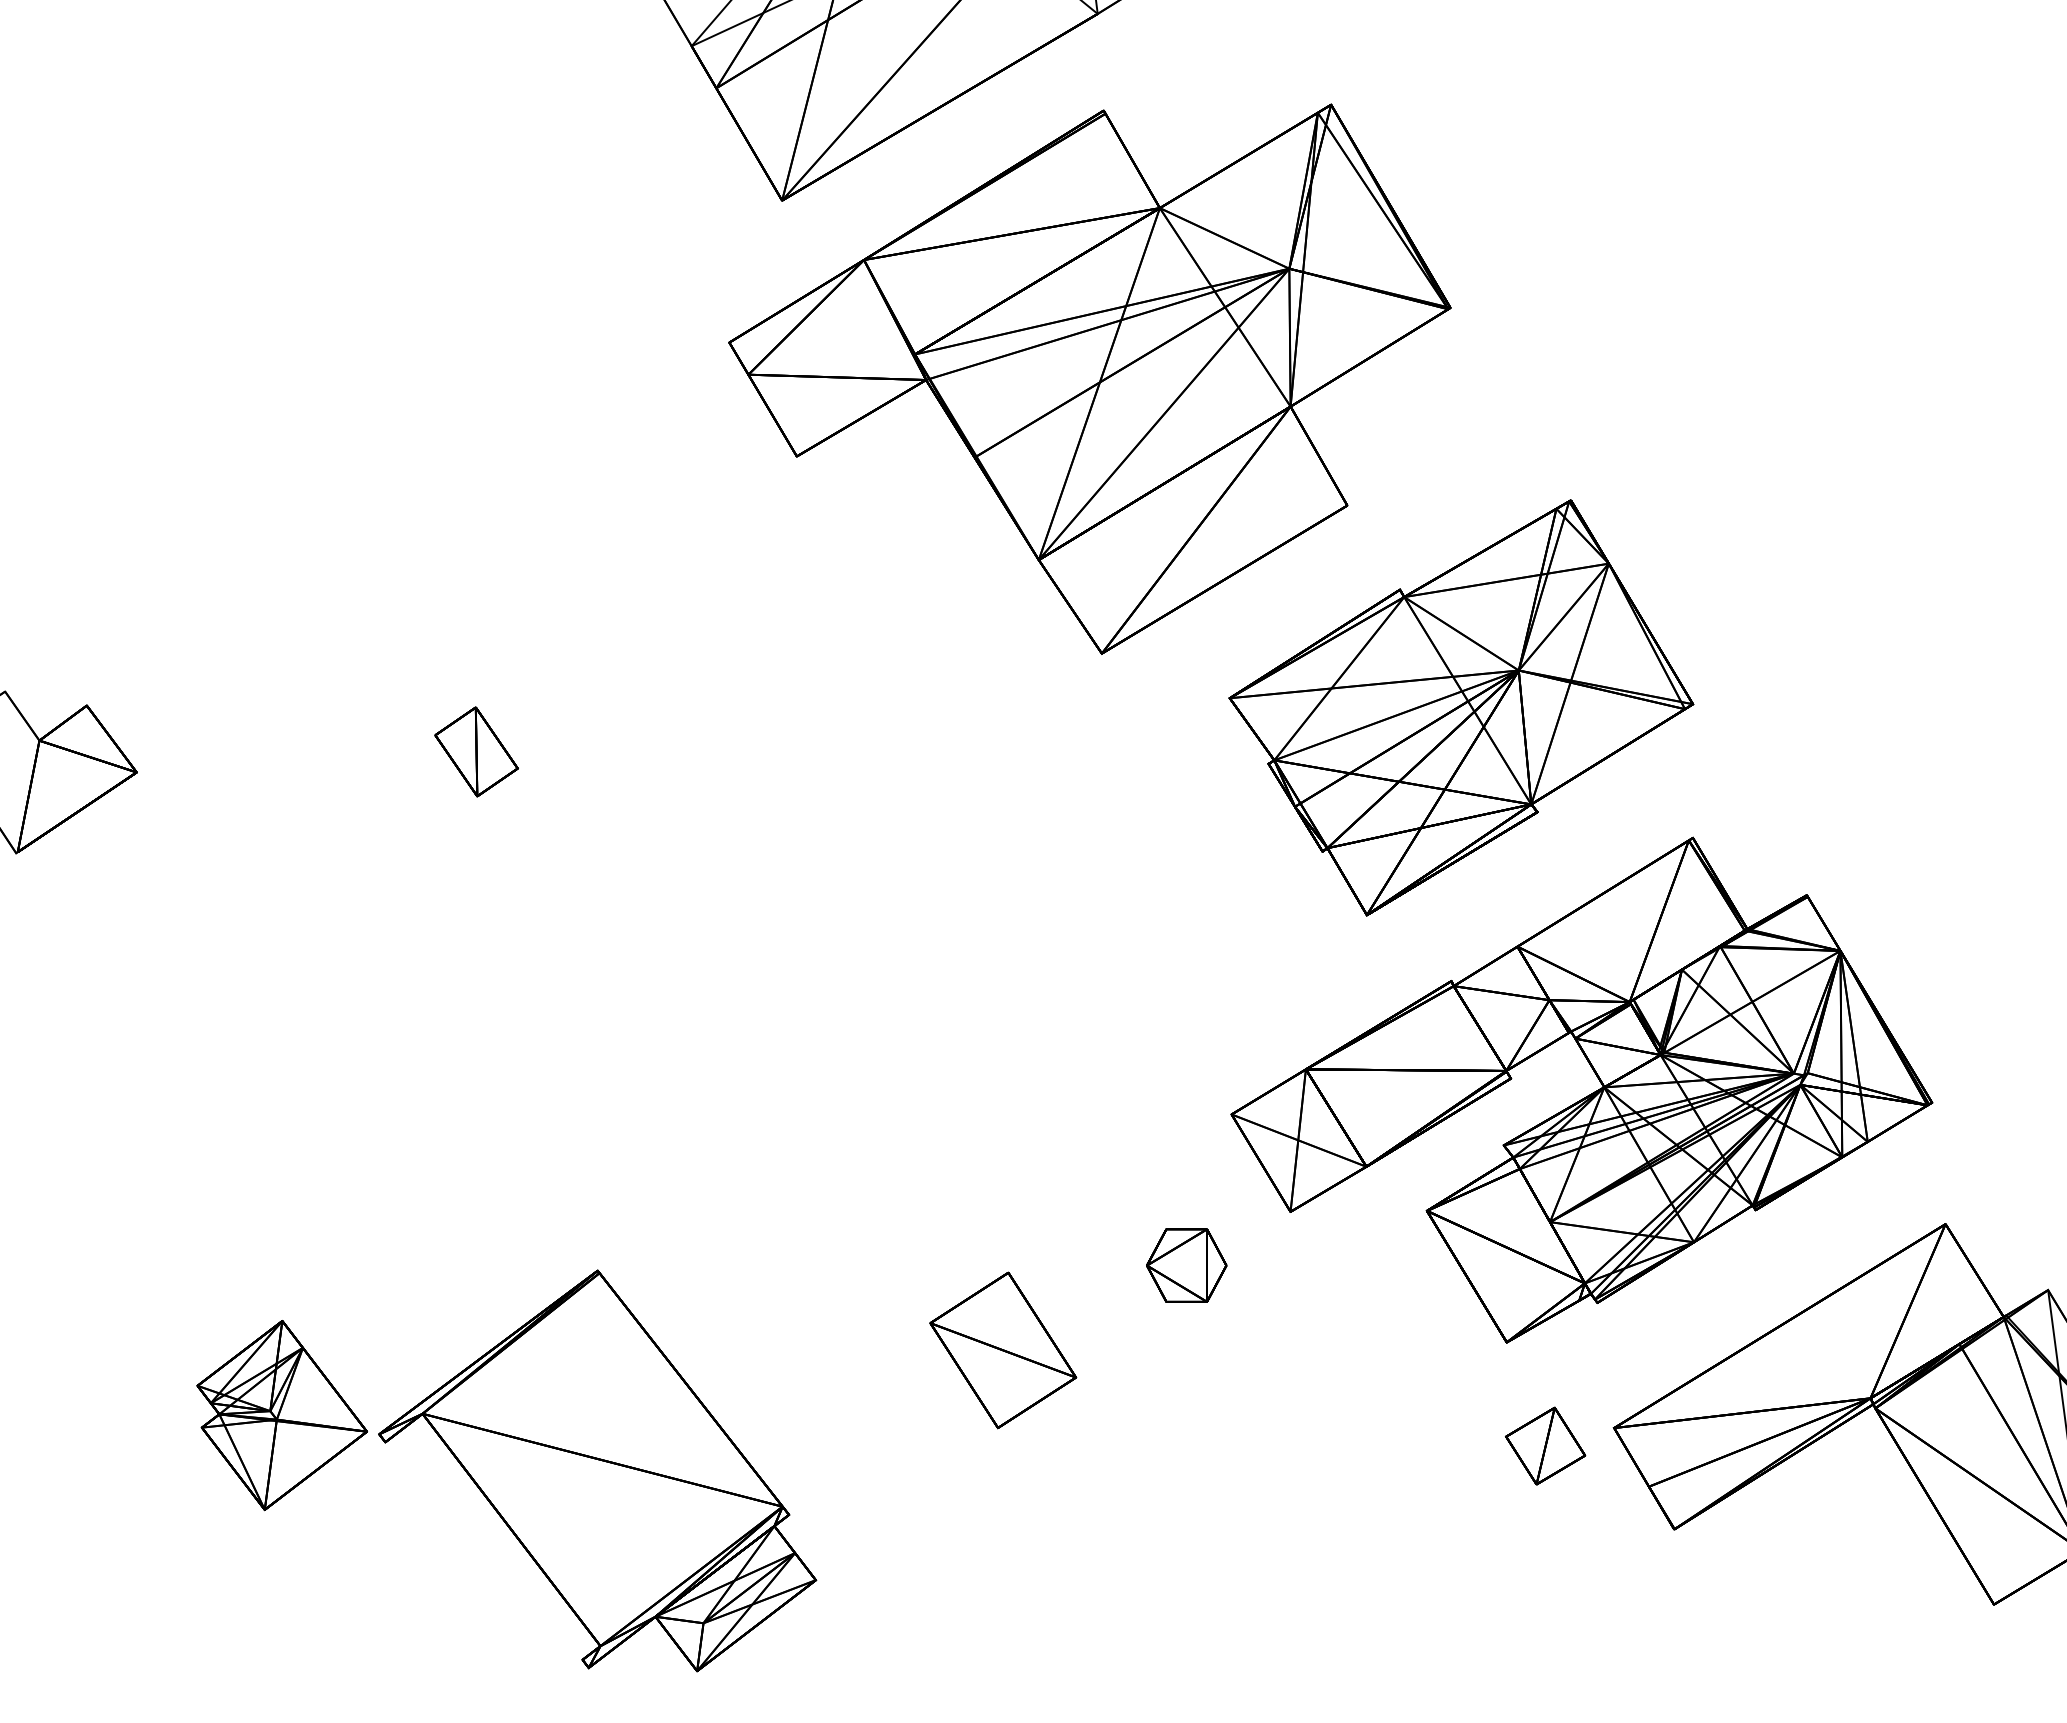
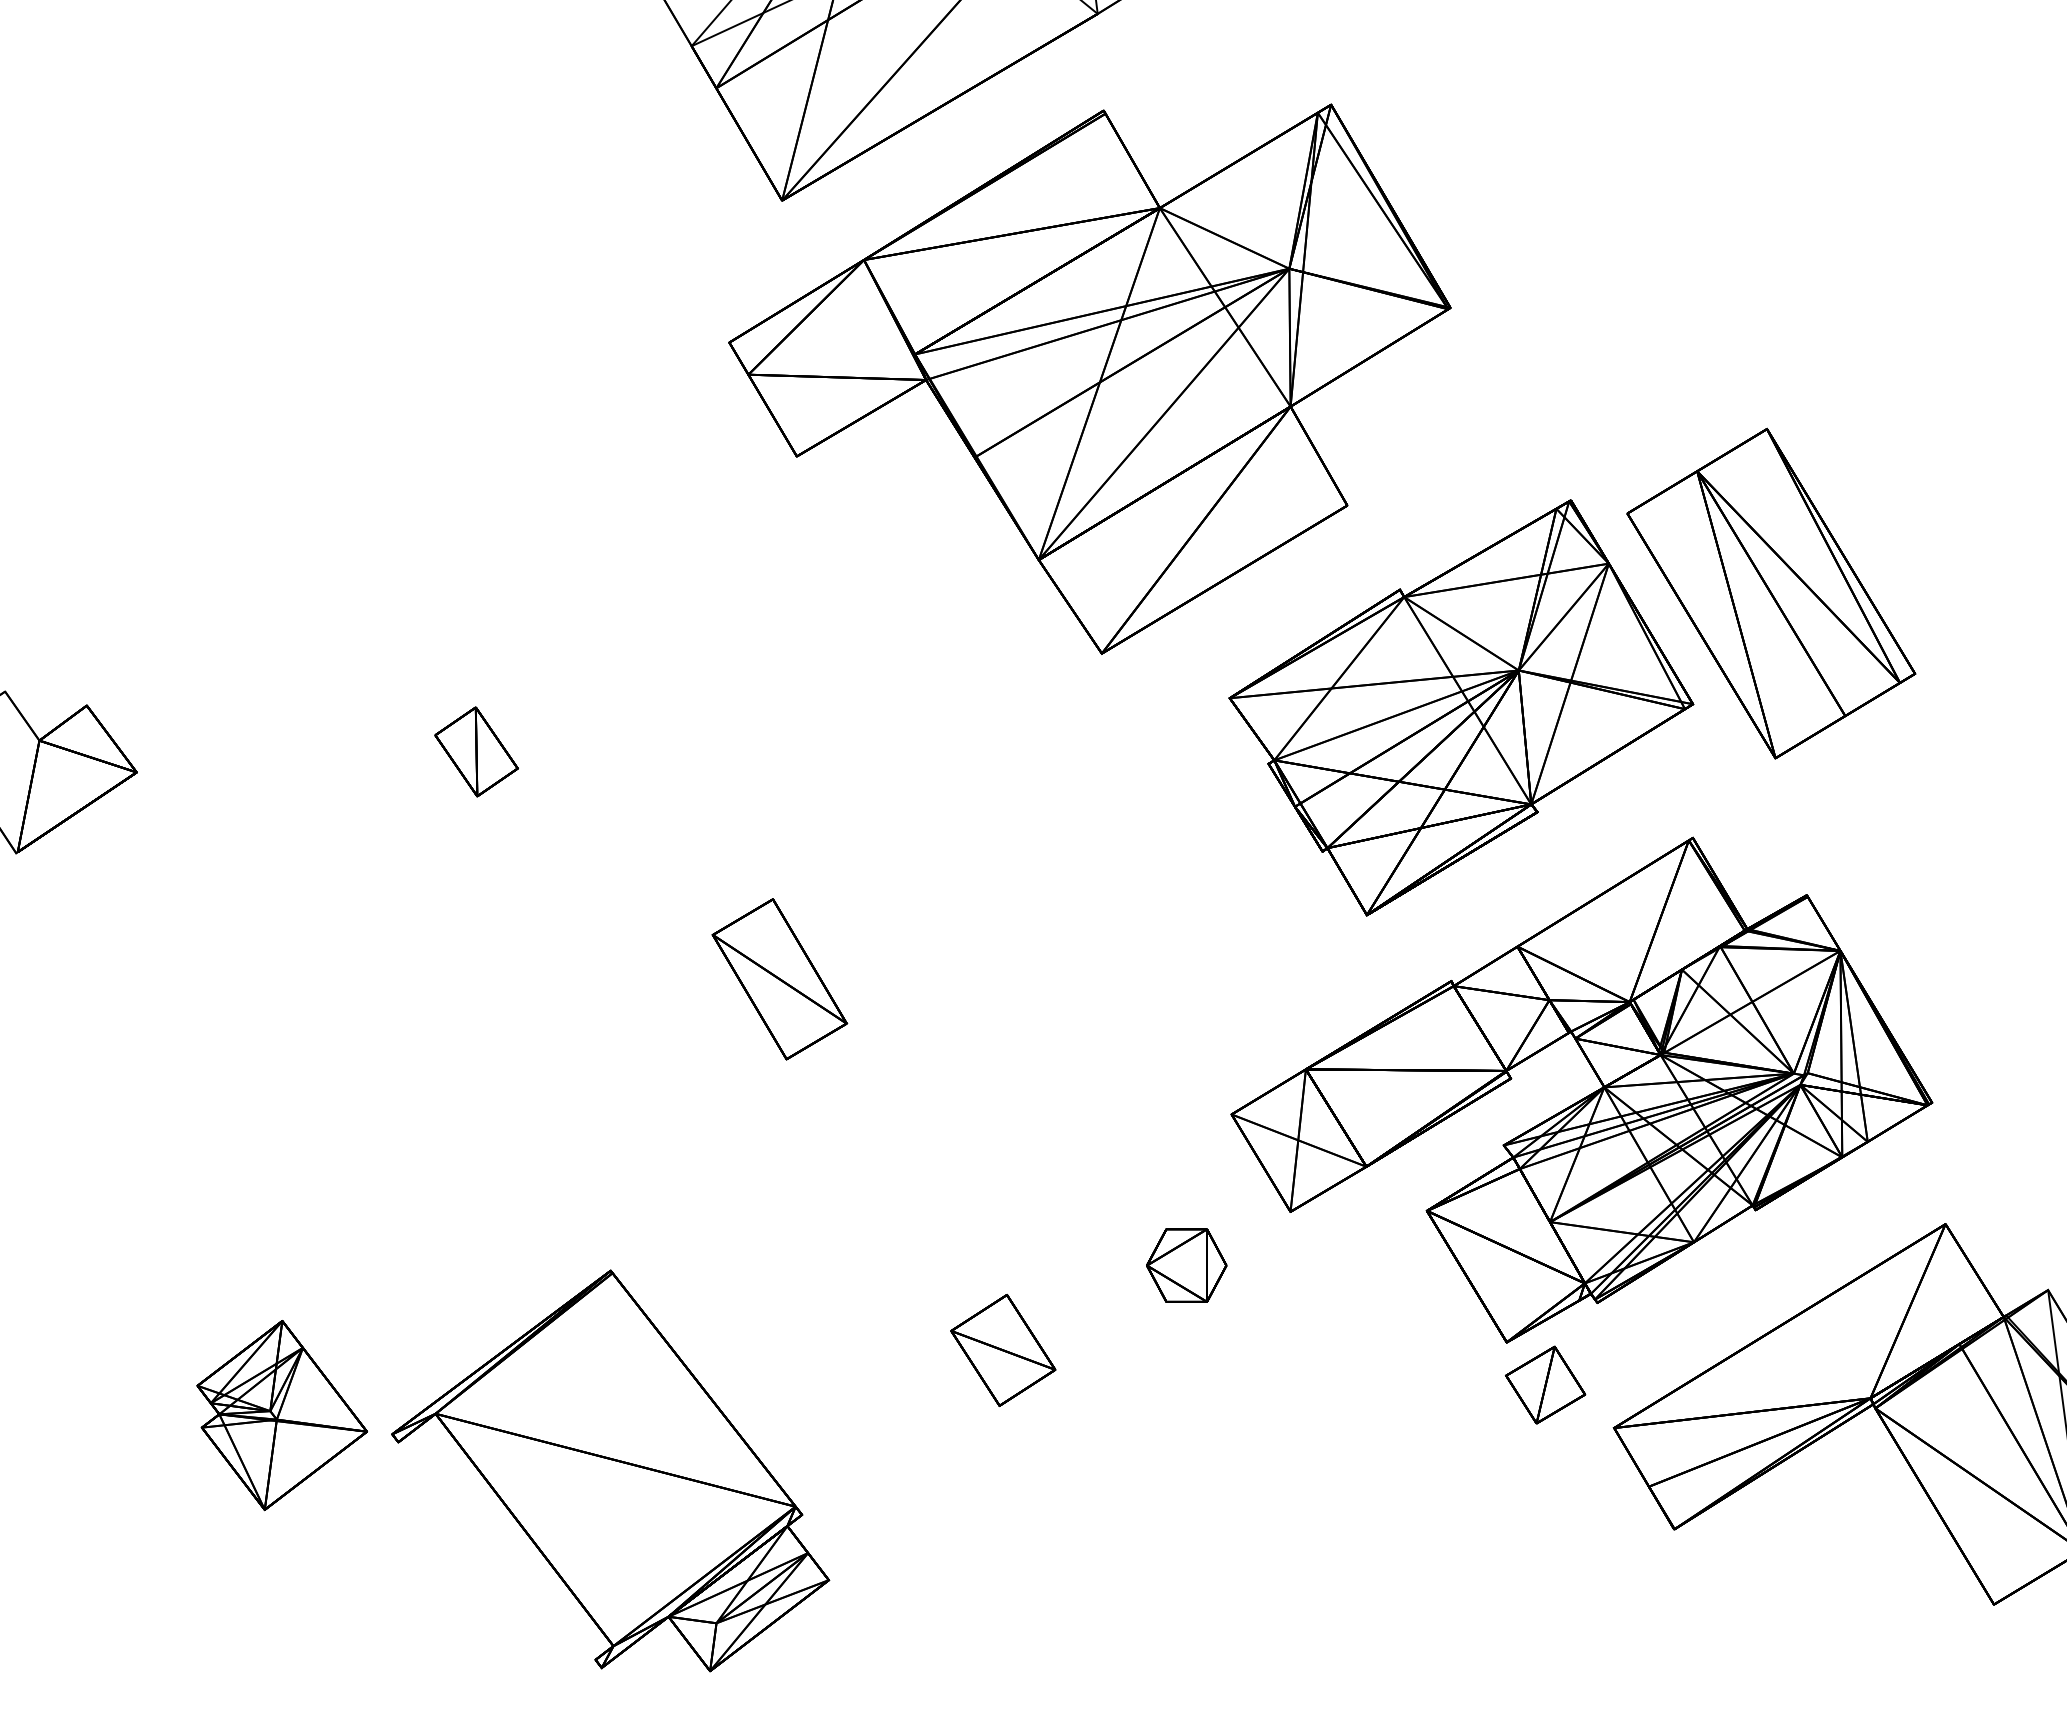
part at (1771, 593): none -> present
part at (779, 979): none -> present
part at (1003, 1350) size: 149x159 px -> 107x113 px
part at (1545, 1445) position: (1545, 1445) -> (1545, 1384)
part at (597, 1470) position: (597, 1470) -> (610, 1470)
